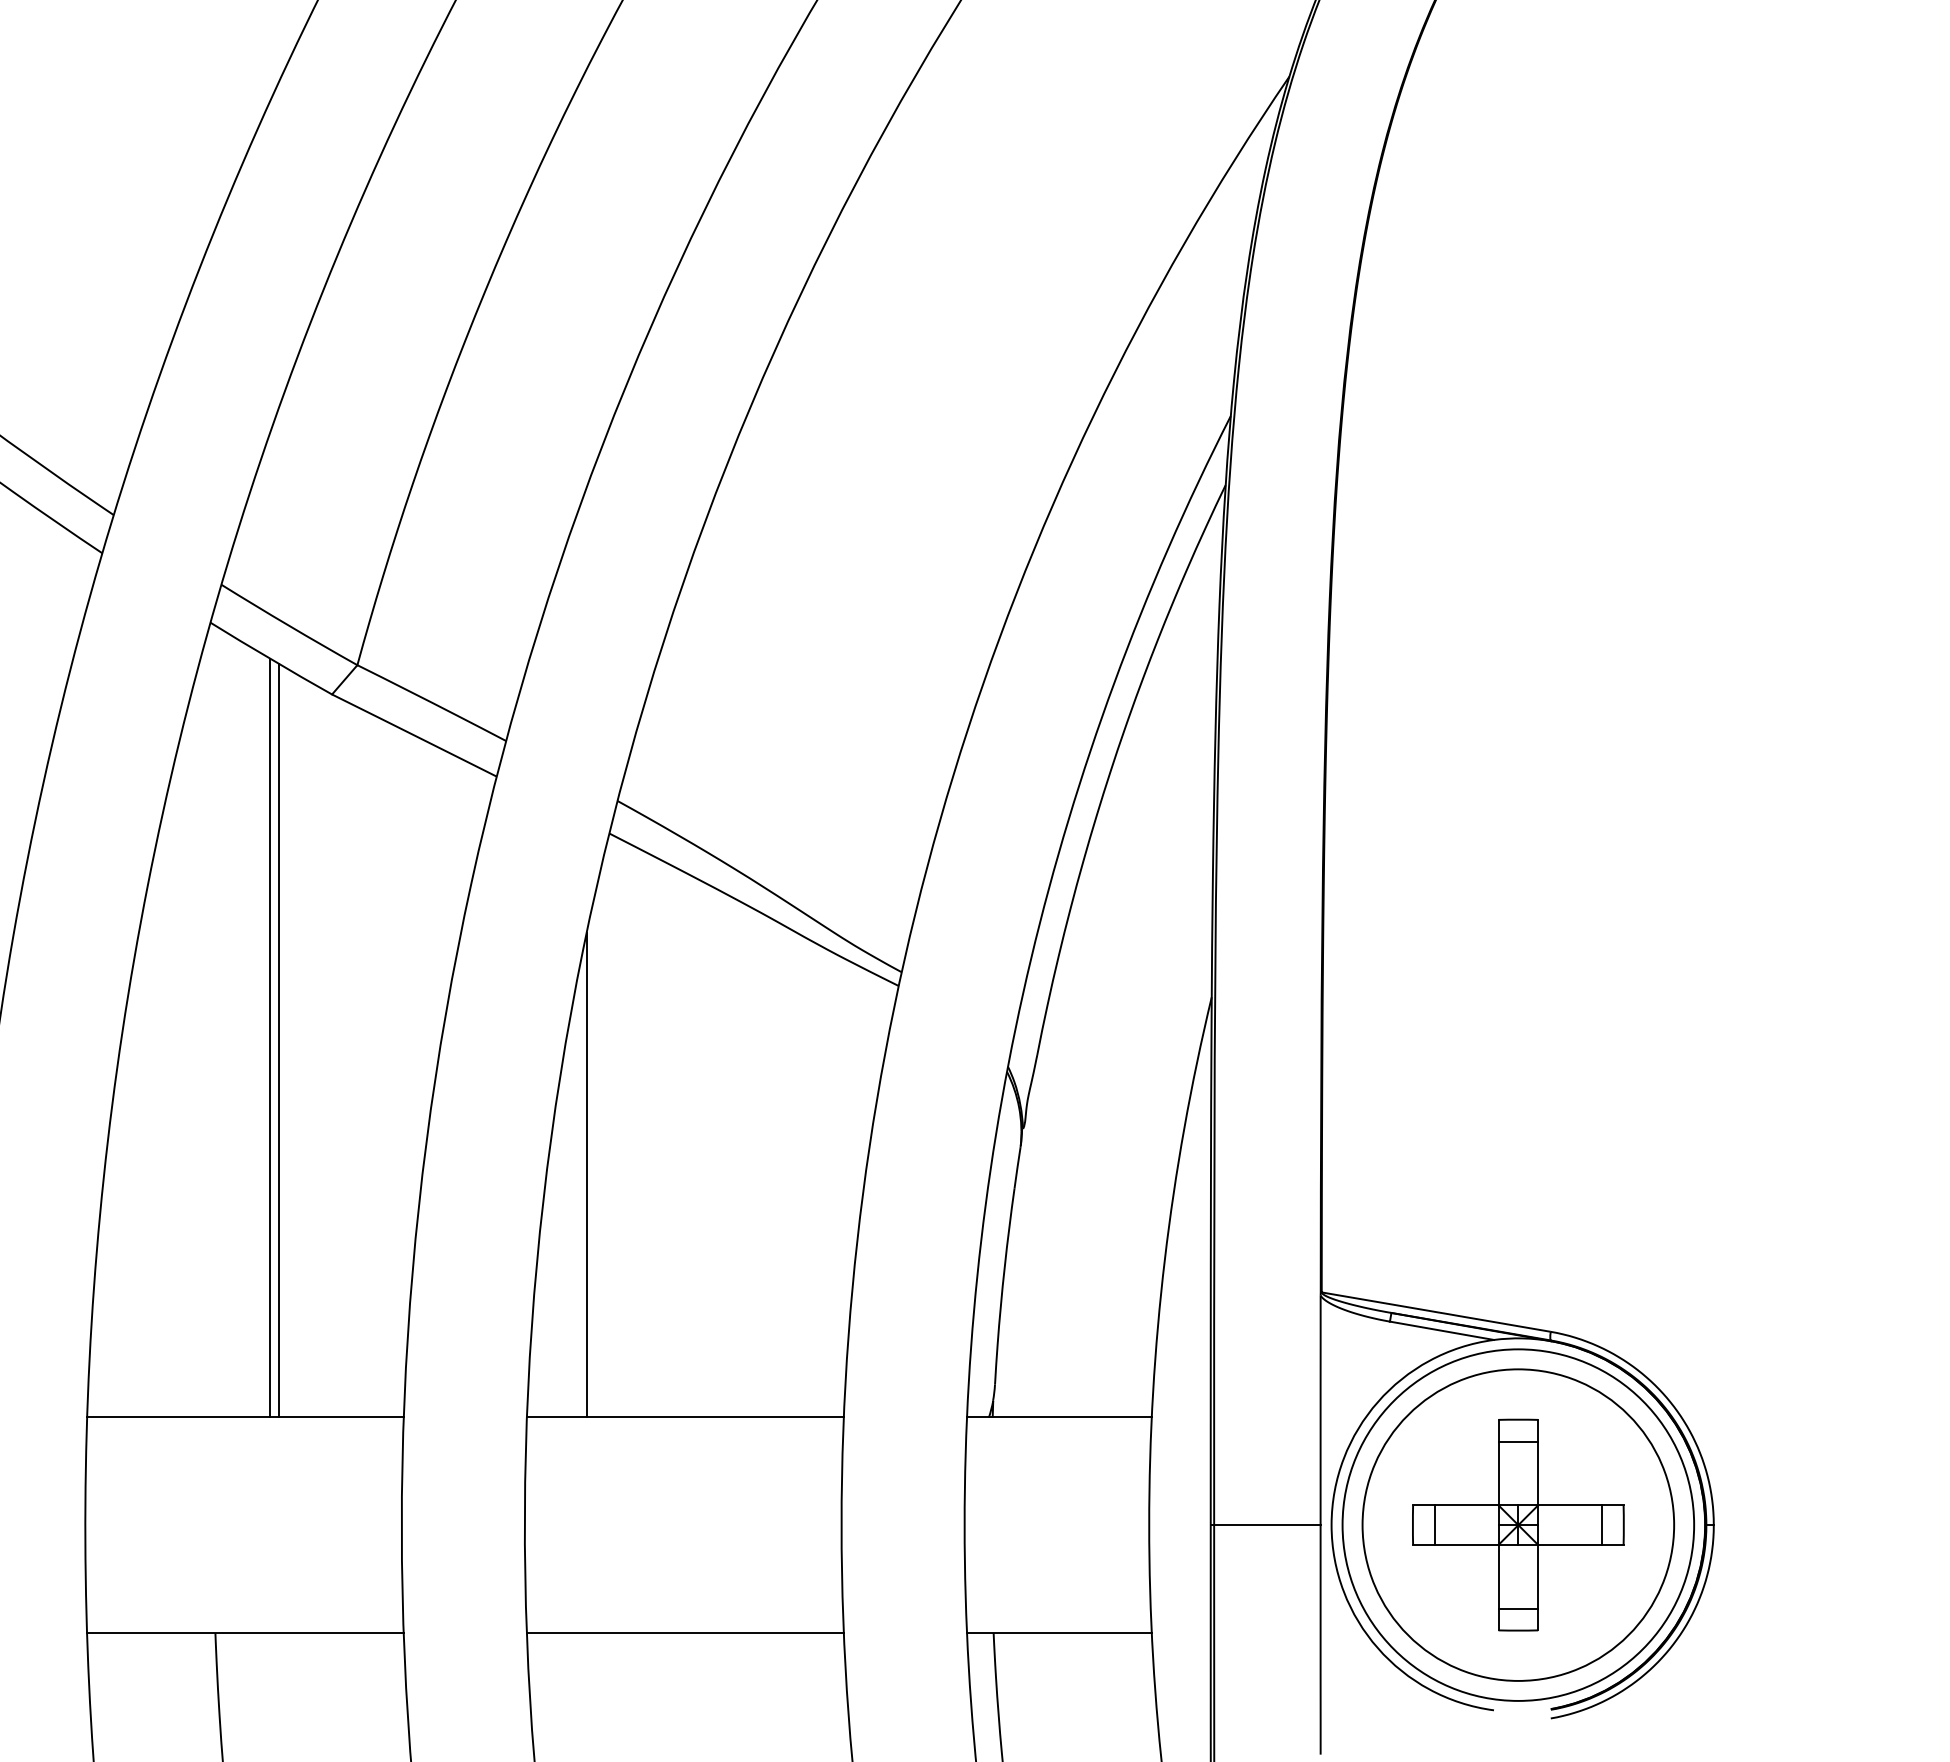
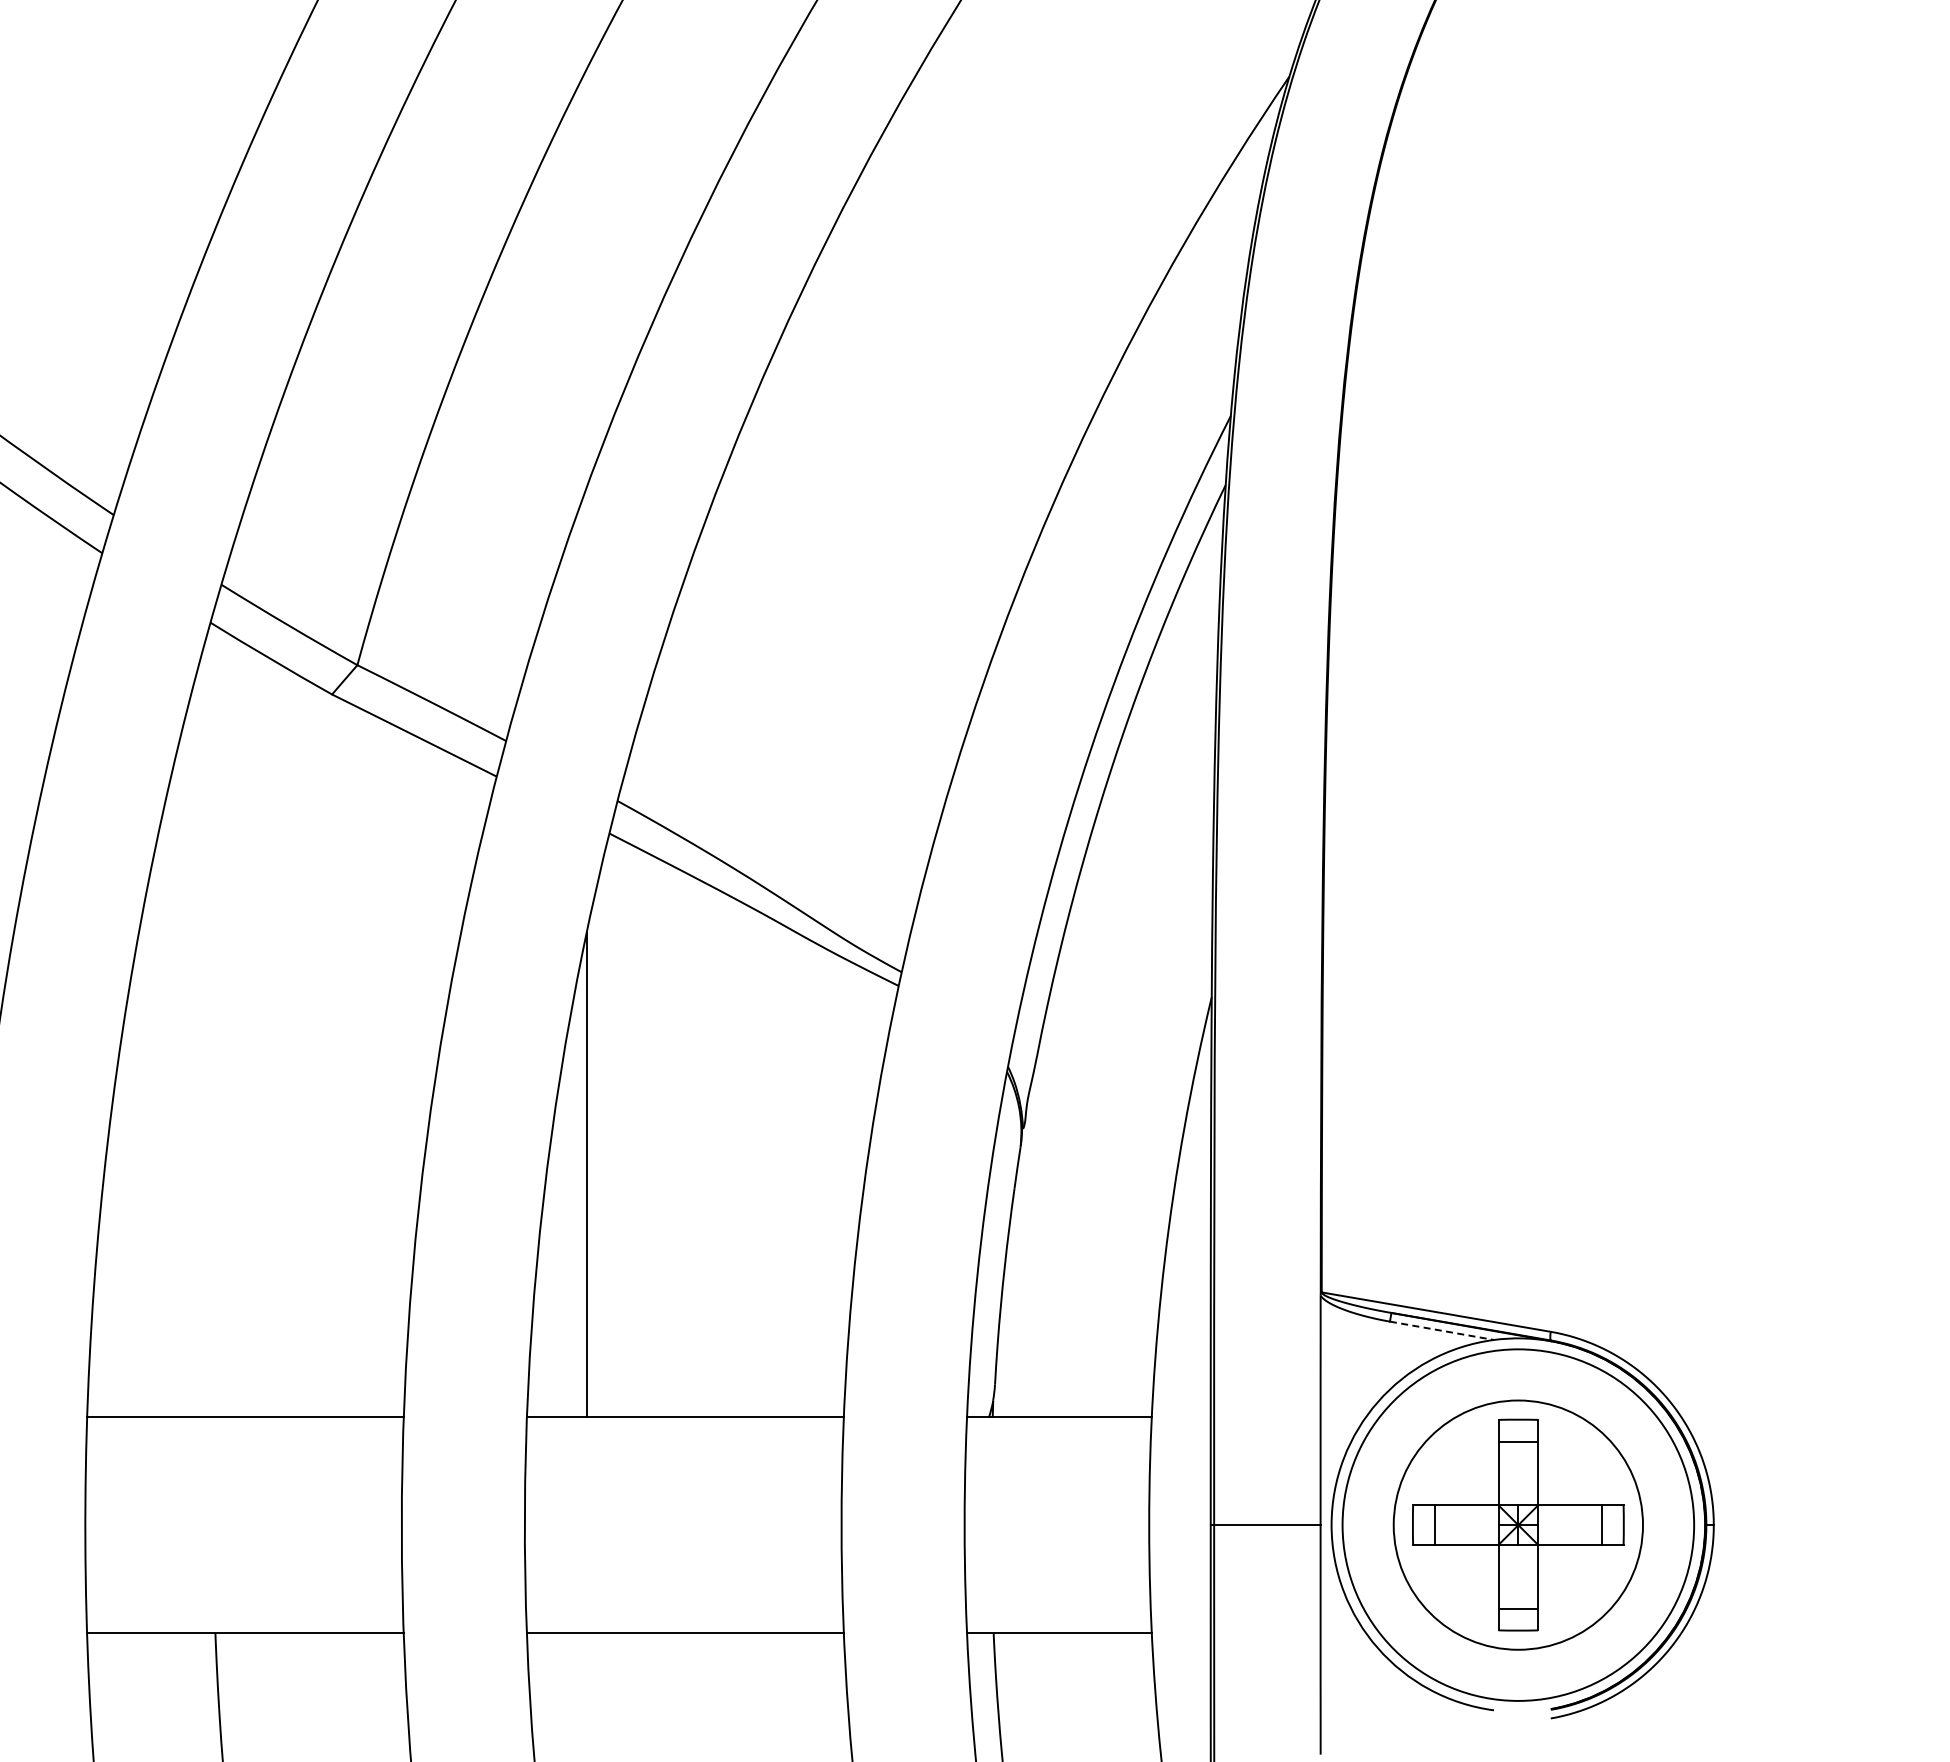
line at (270, 1037): present -> none
line at (279, 1040): present -> none
line at (1441, 1330): solid -> dashed
circle at (1518, 1524) diameter: 312 px -> 249 px
